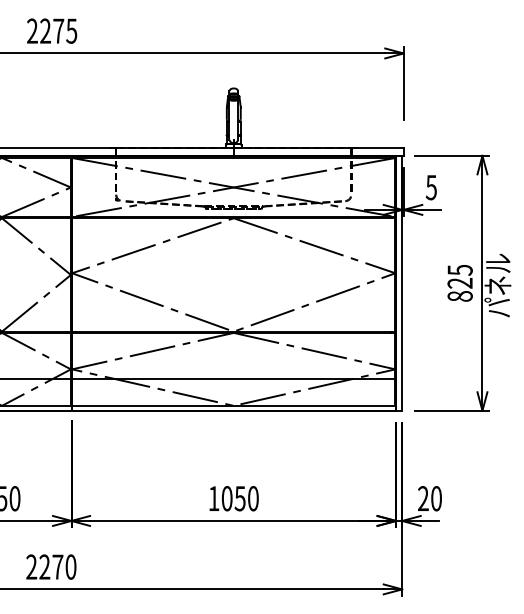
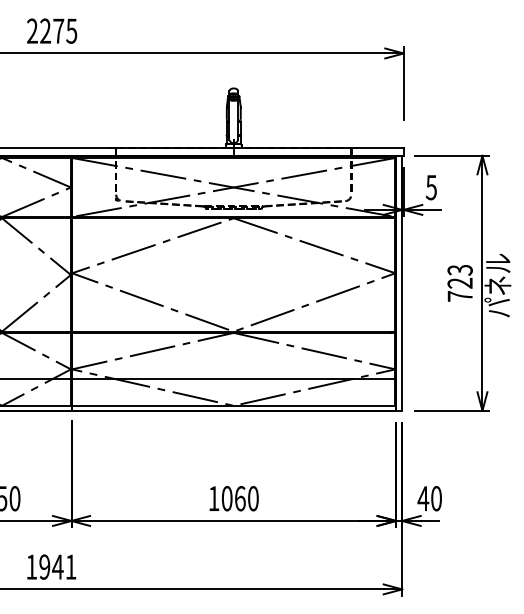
text at (459, 283): 825 -> 723
text at (239, 498): 1050 -> 1060
text at (423, 498): 20 -> 40
text at (51, 566): 2270 -> 1941
